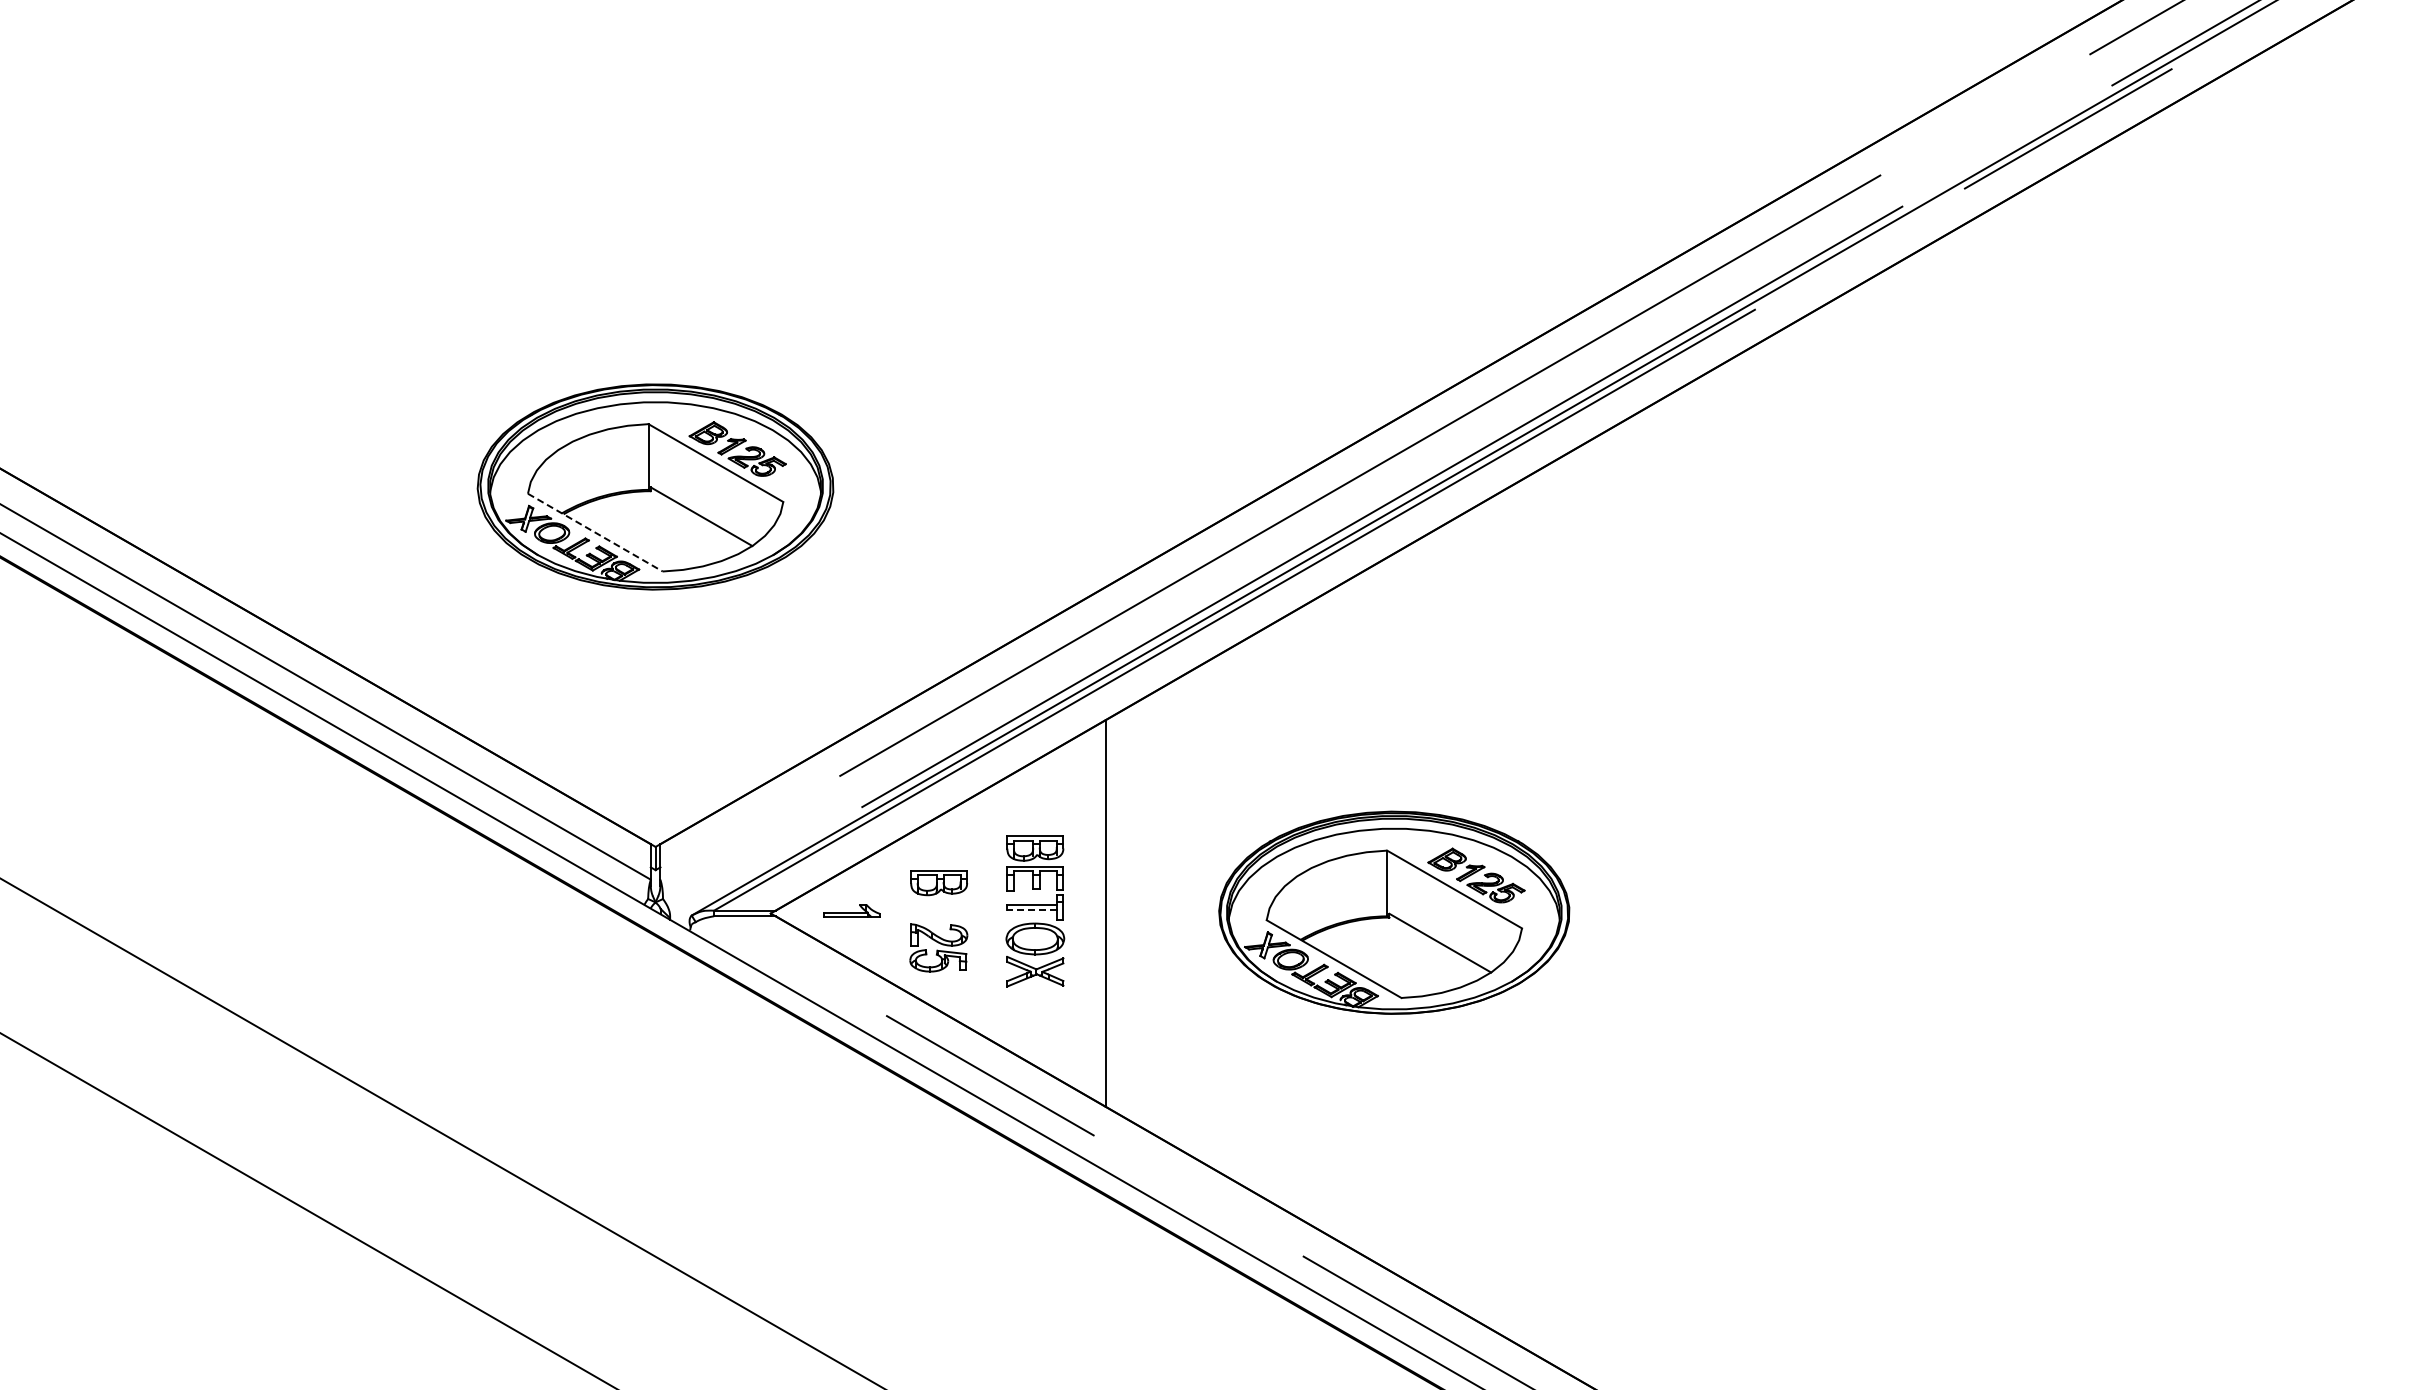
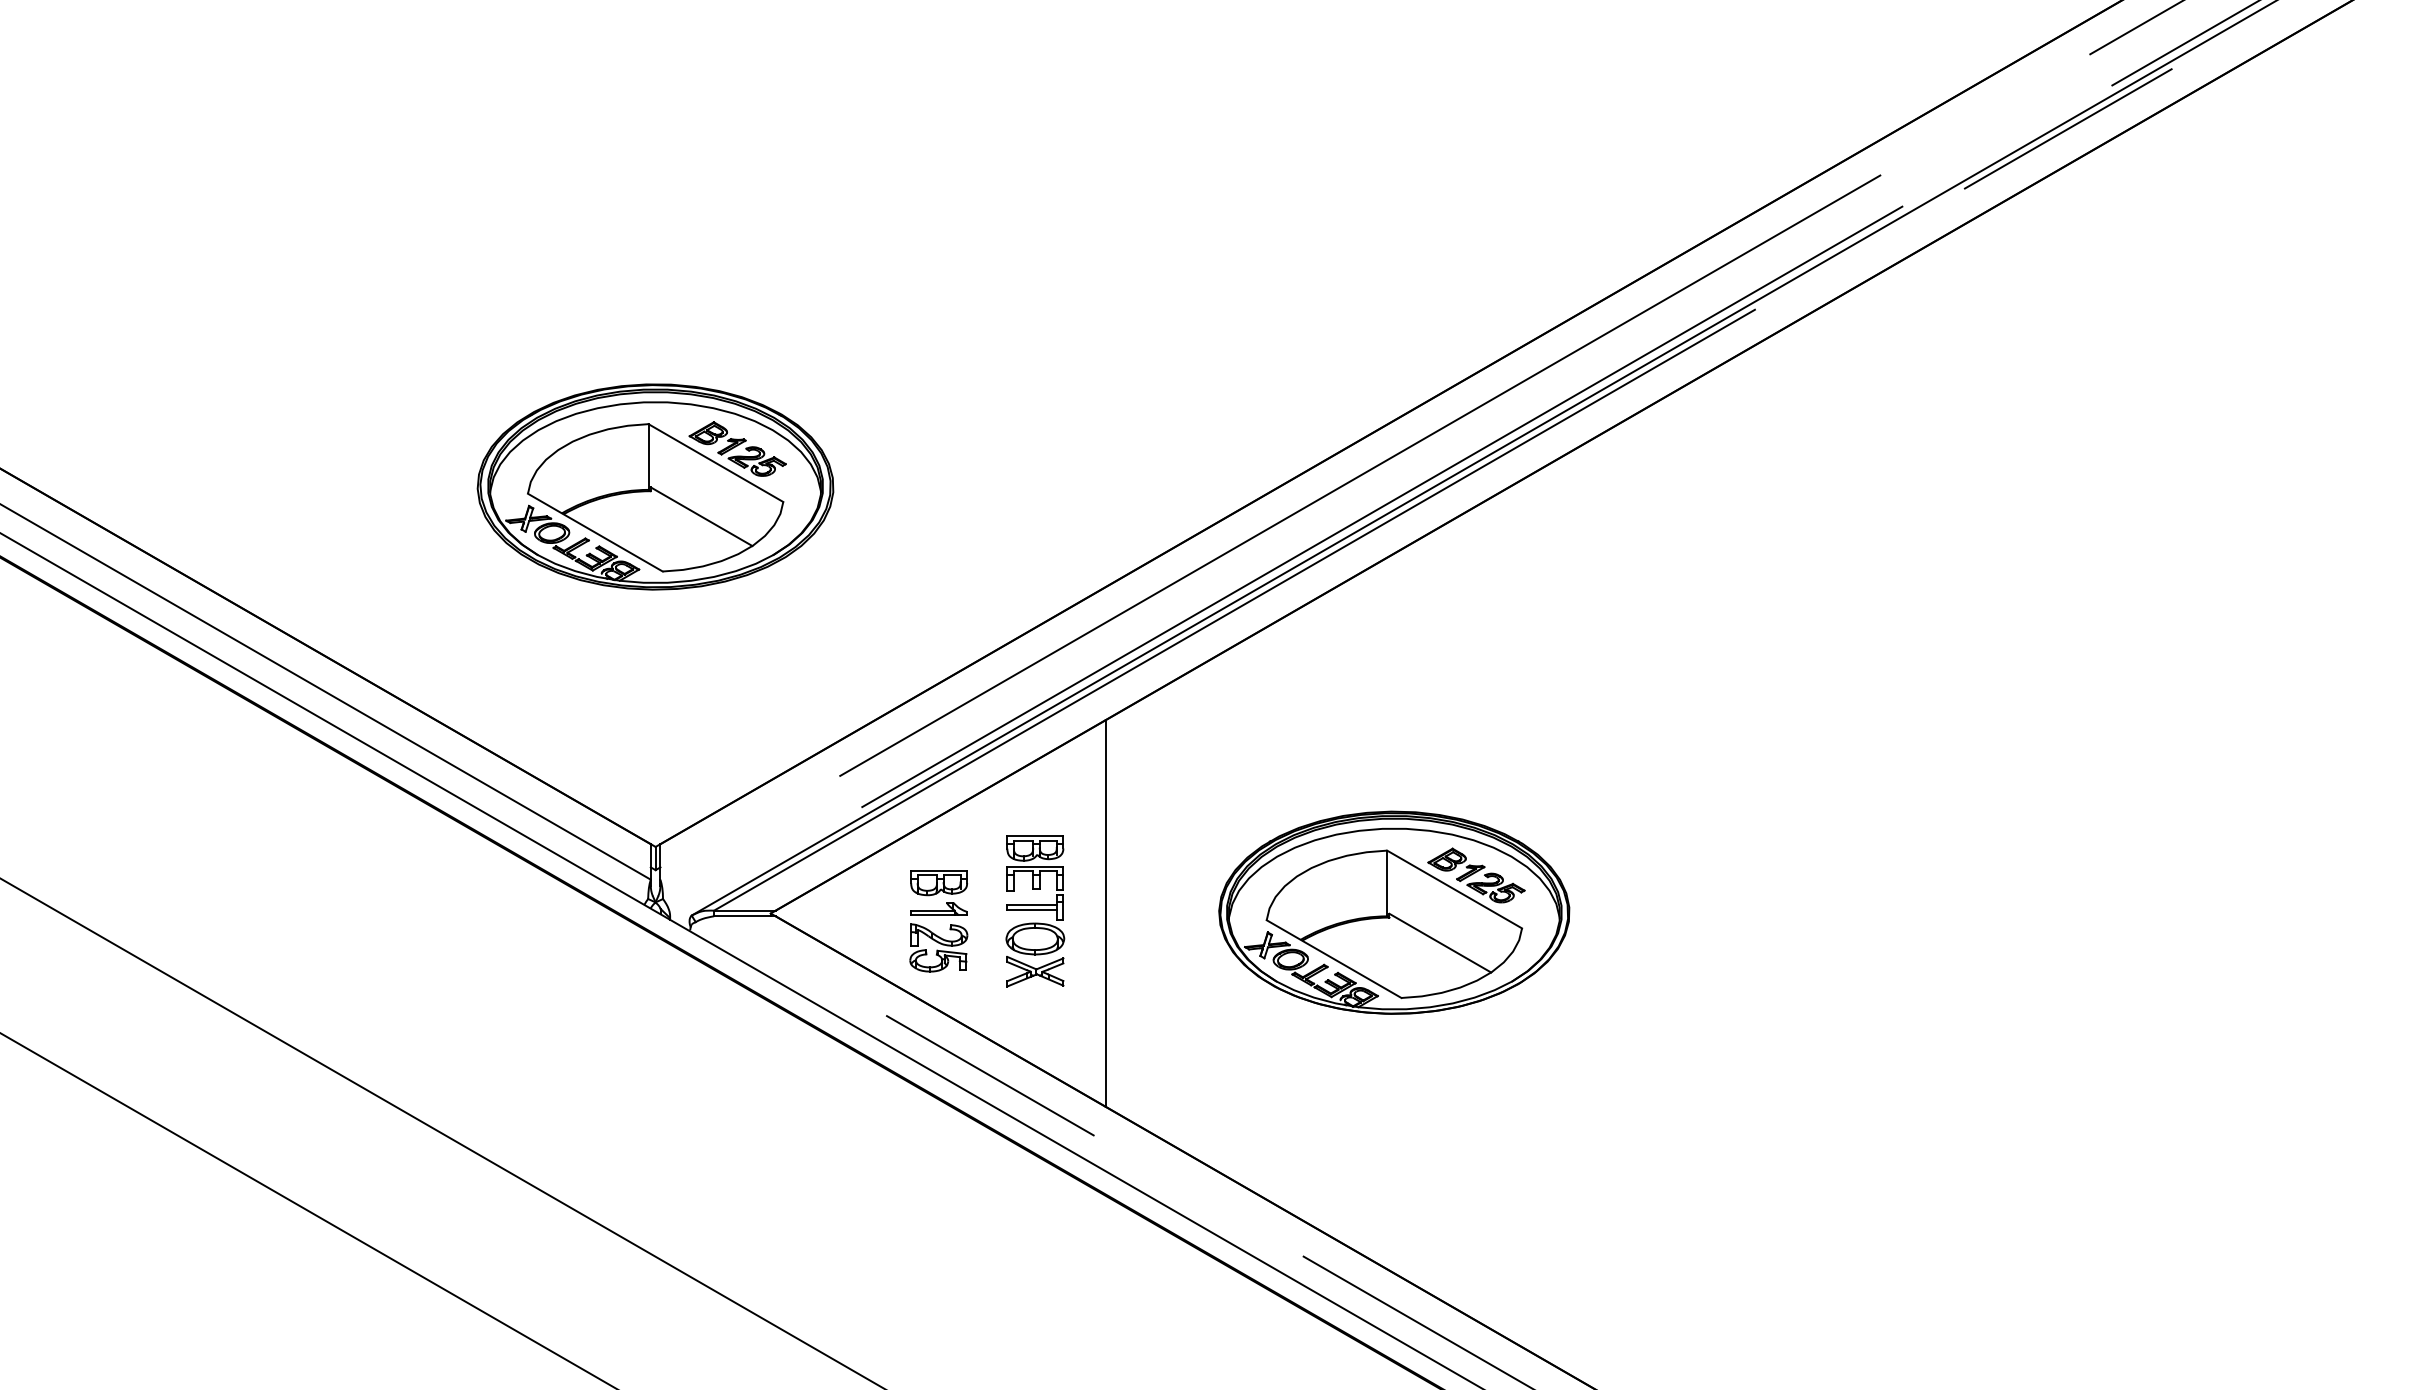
line at (595, 532): dashed -> solid
line at (1032, 909): dashed -> solid
part at (851, 910) position: (851, 910) -> (938, 908)
